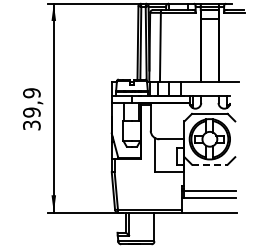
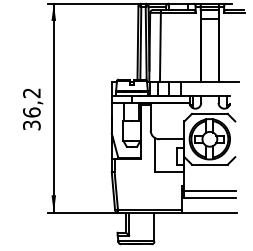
text at (31, 102): 39,9 -> 36,2
line at (209, 164): dashed -> solid
